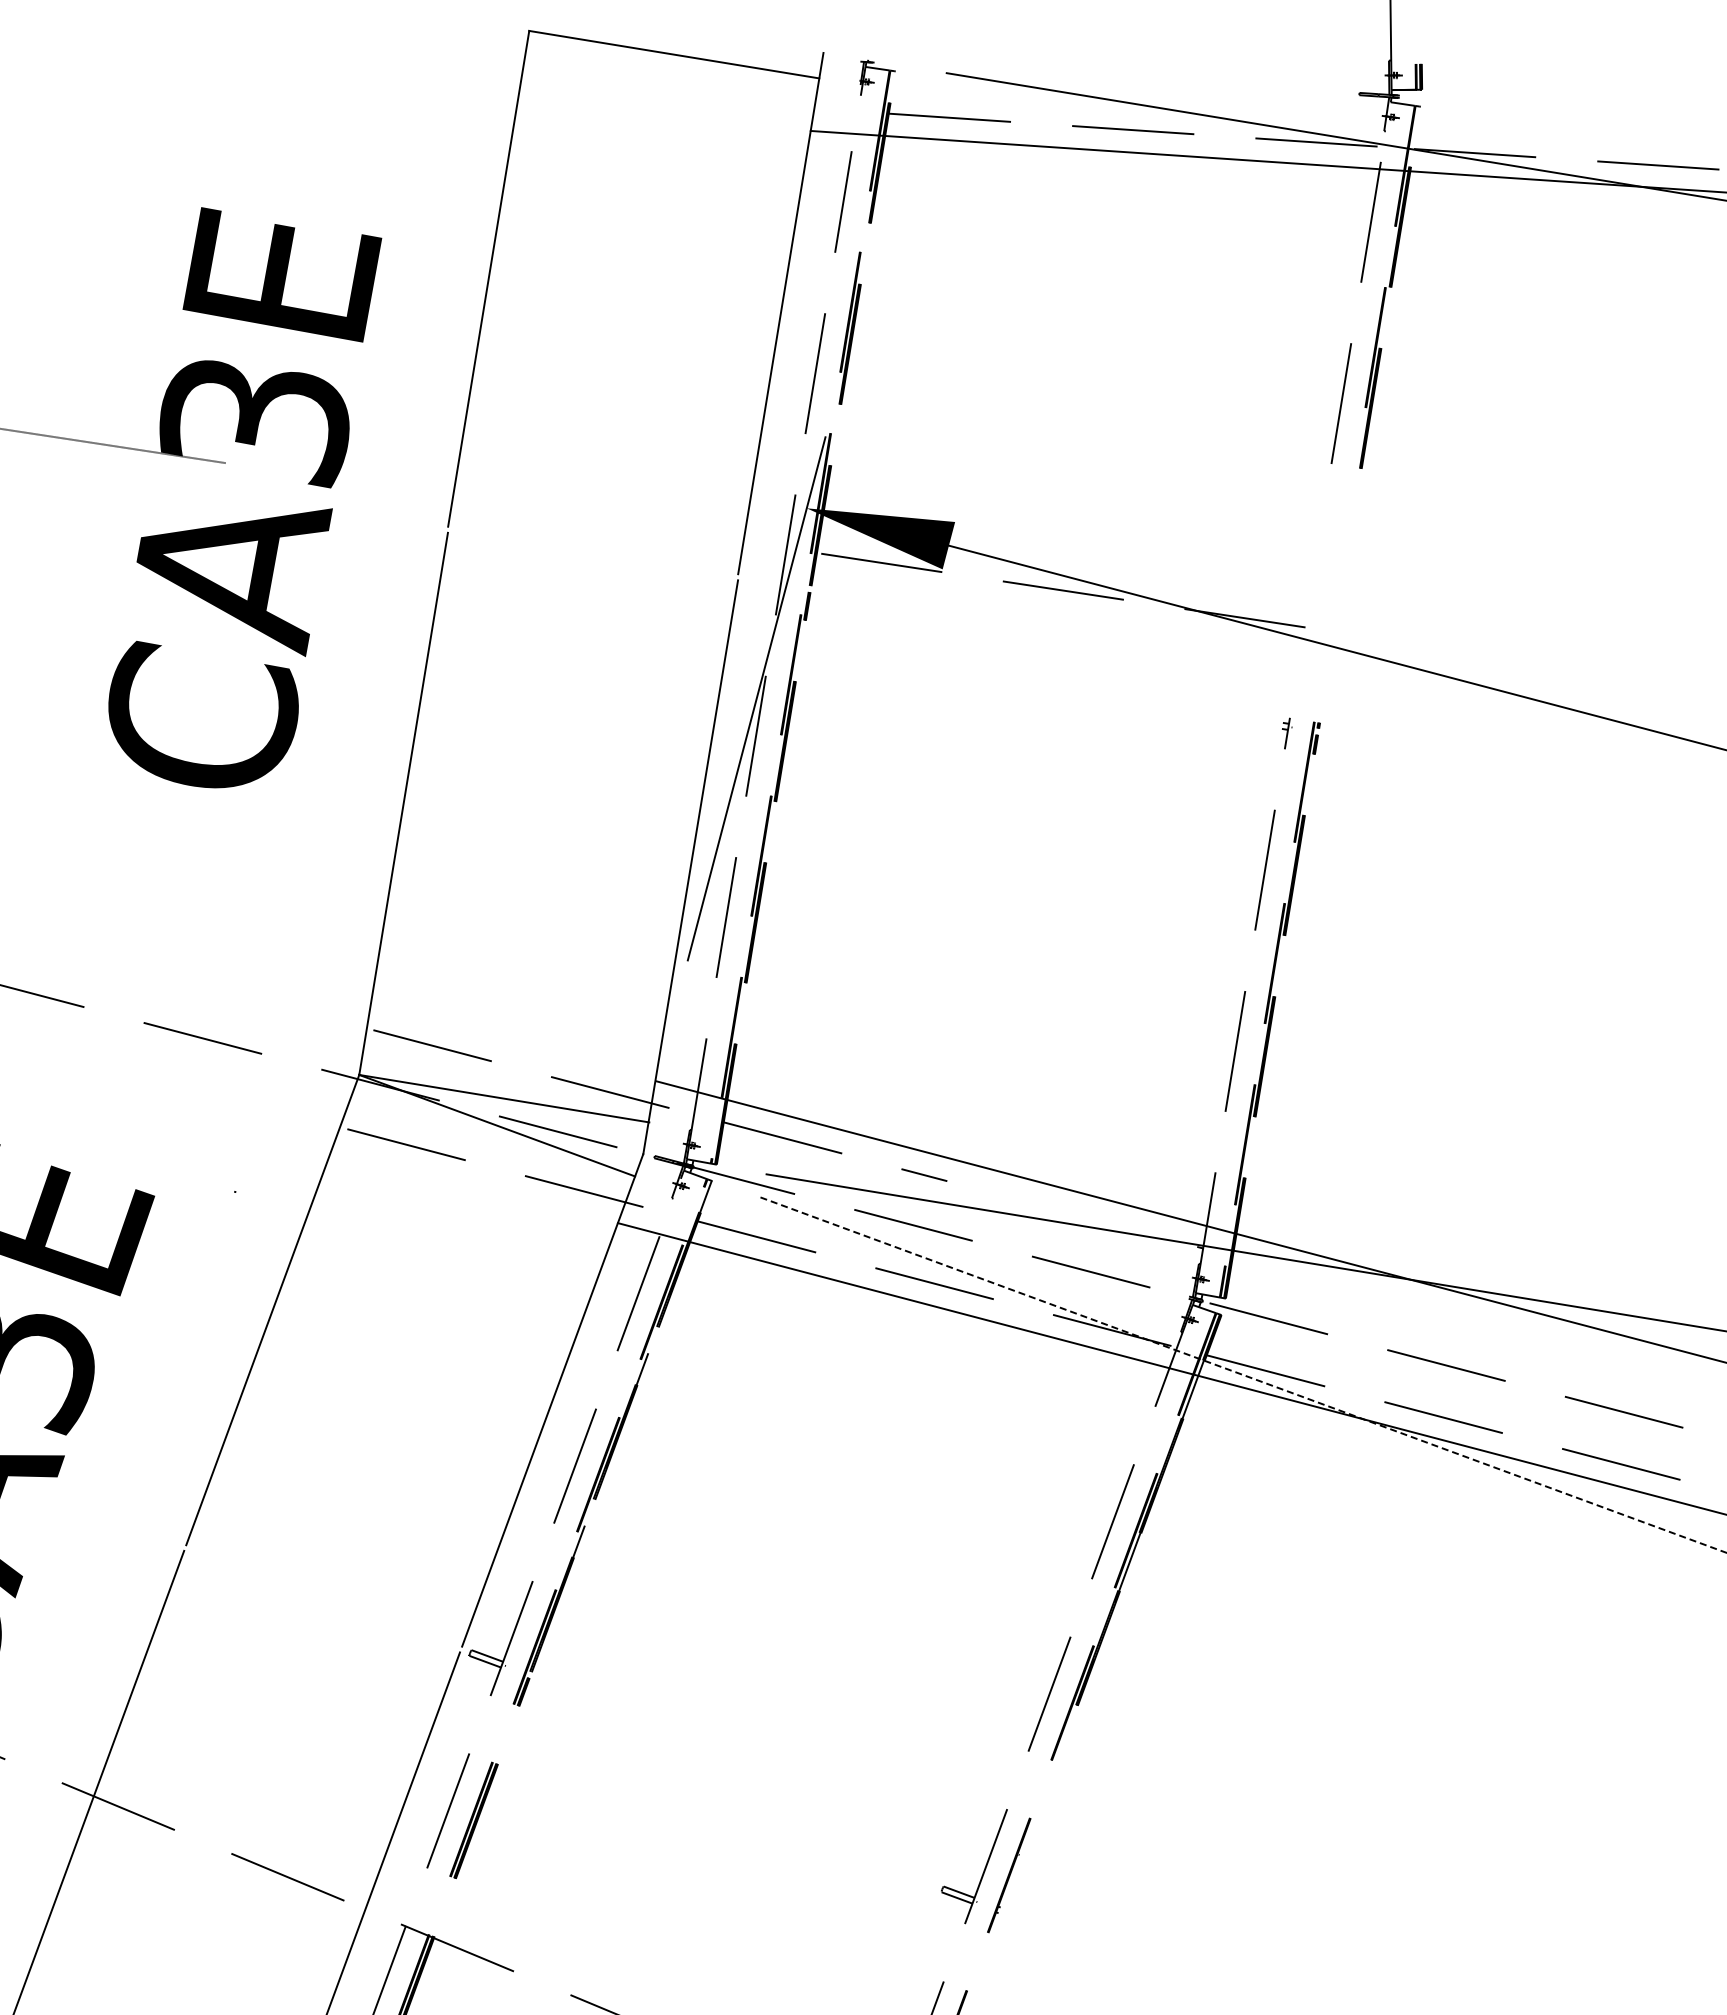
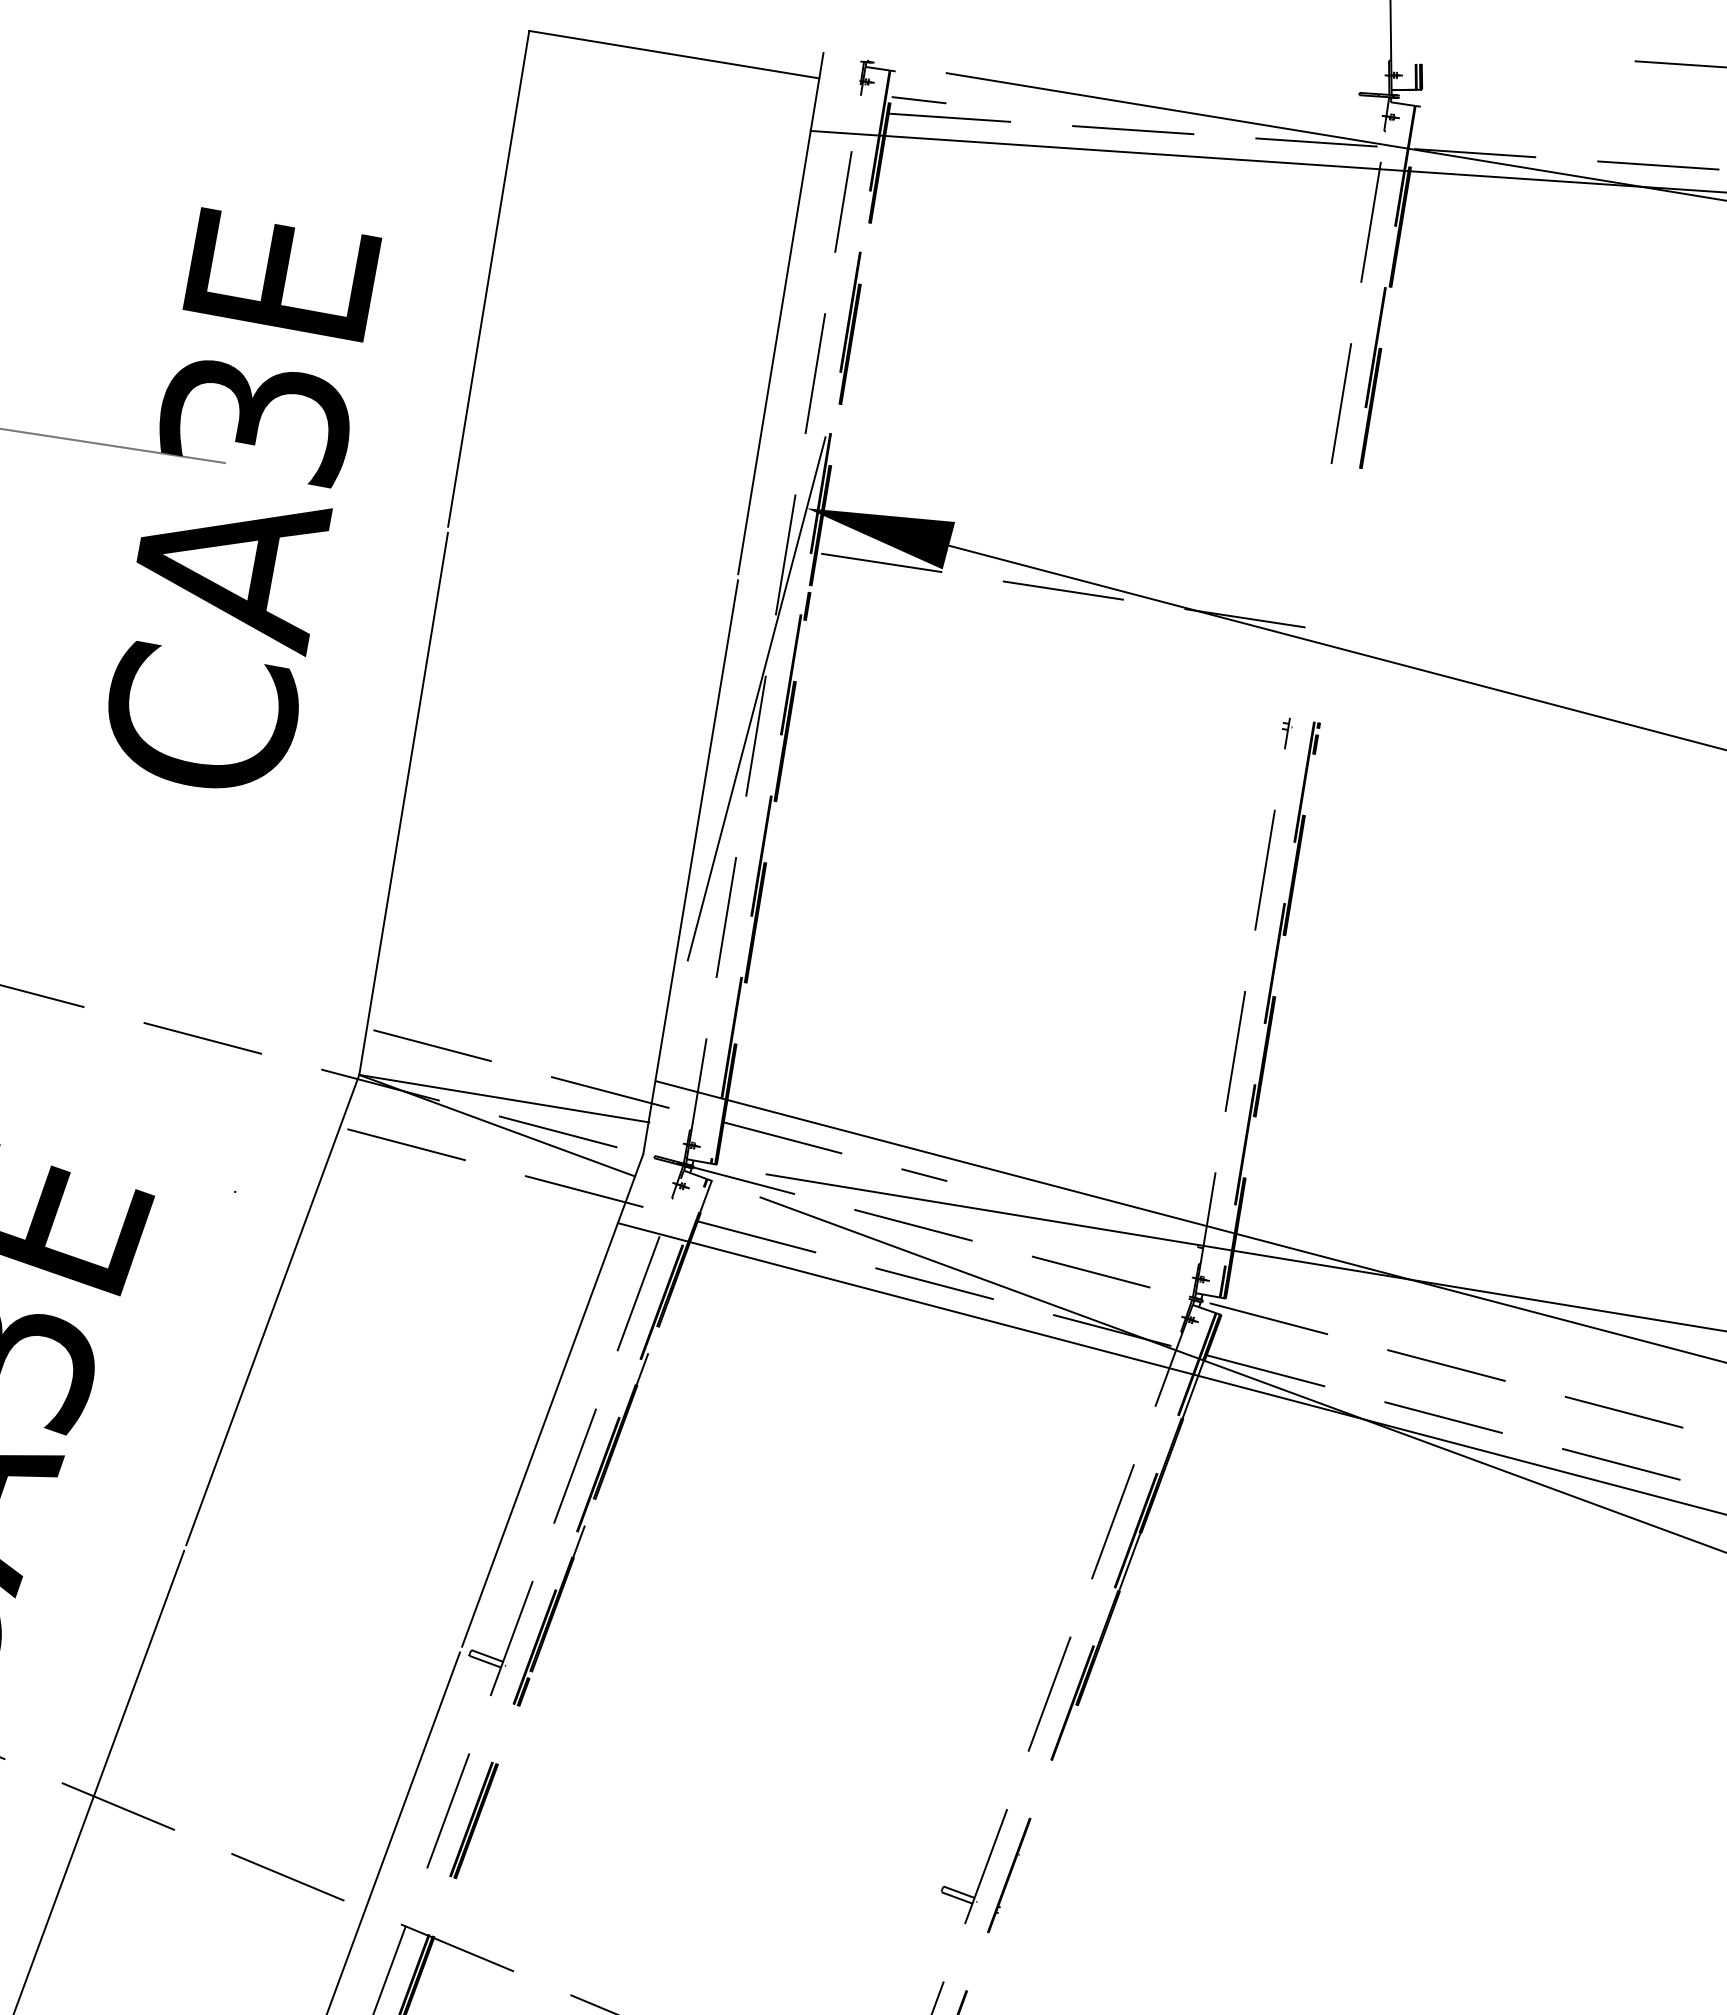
line at (1678, 64): none -> present
line at (918, 100): none -> present
line at (1243, 1375): dashed -> solid
